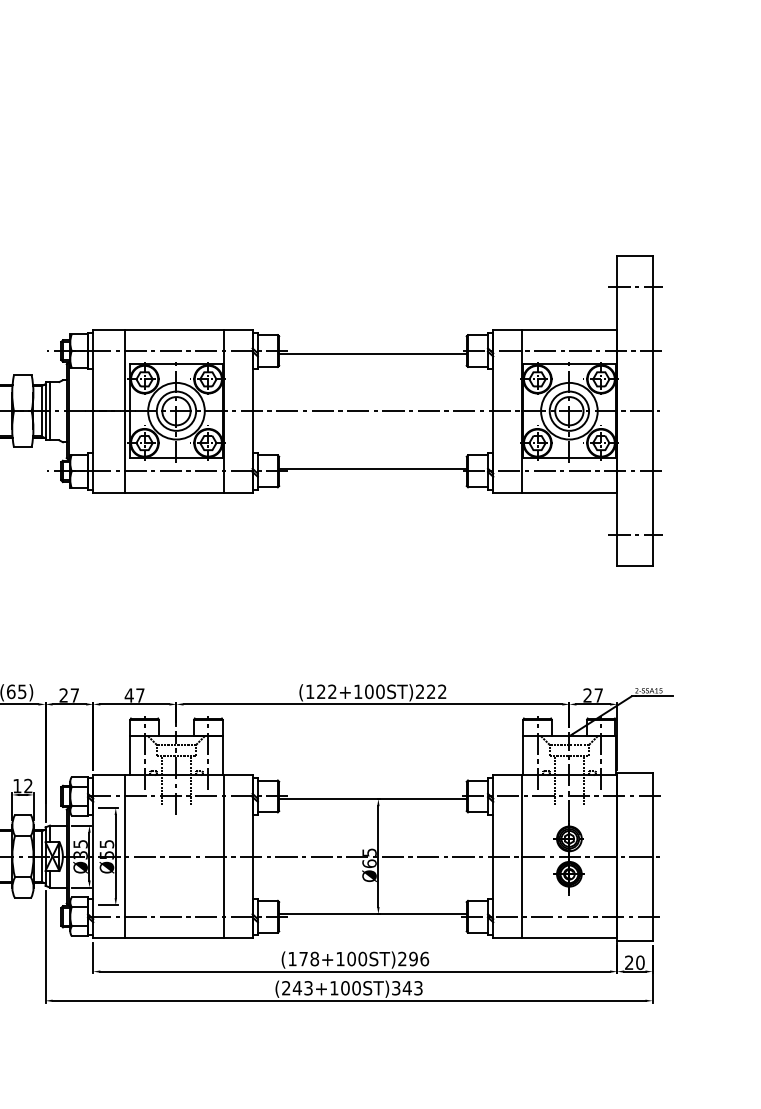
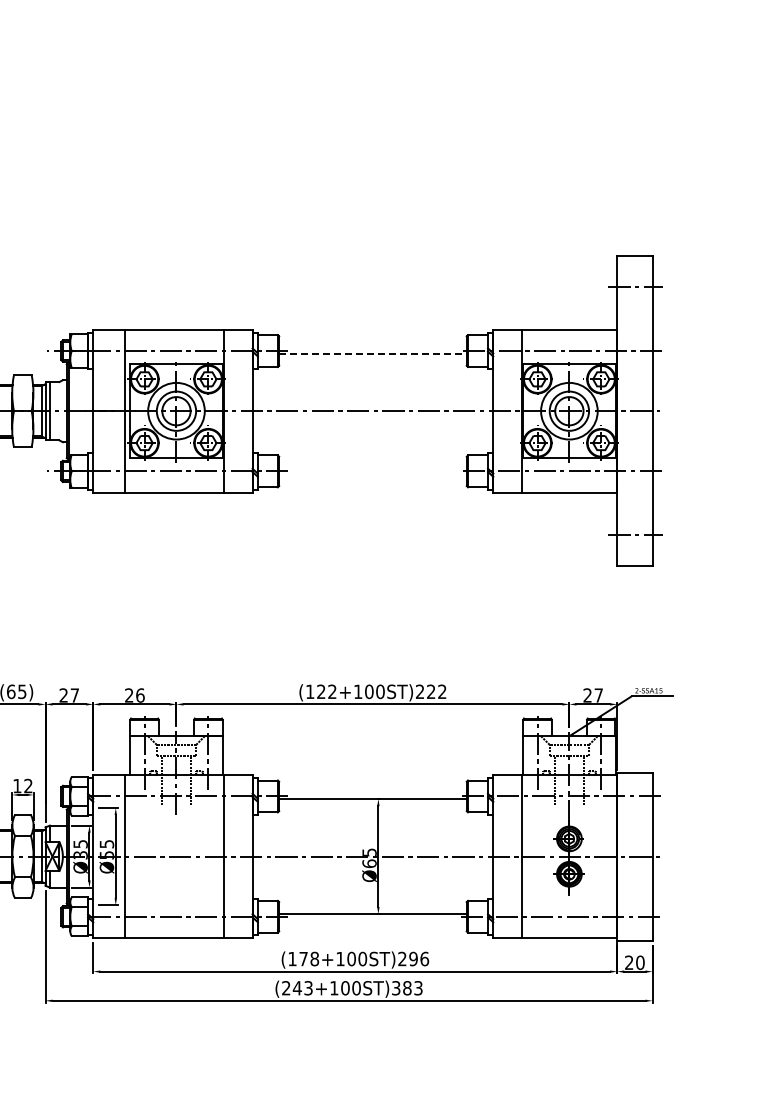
line at (372, 353): solid -> dashed
line at (372, 468): present -> none
text at (134, 695): 47 -> 26
text at (406, 988): (243+100ST)343 -> (243+100ST)383
